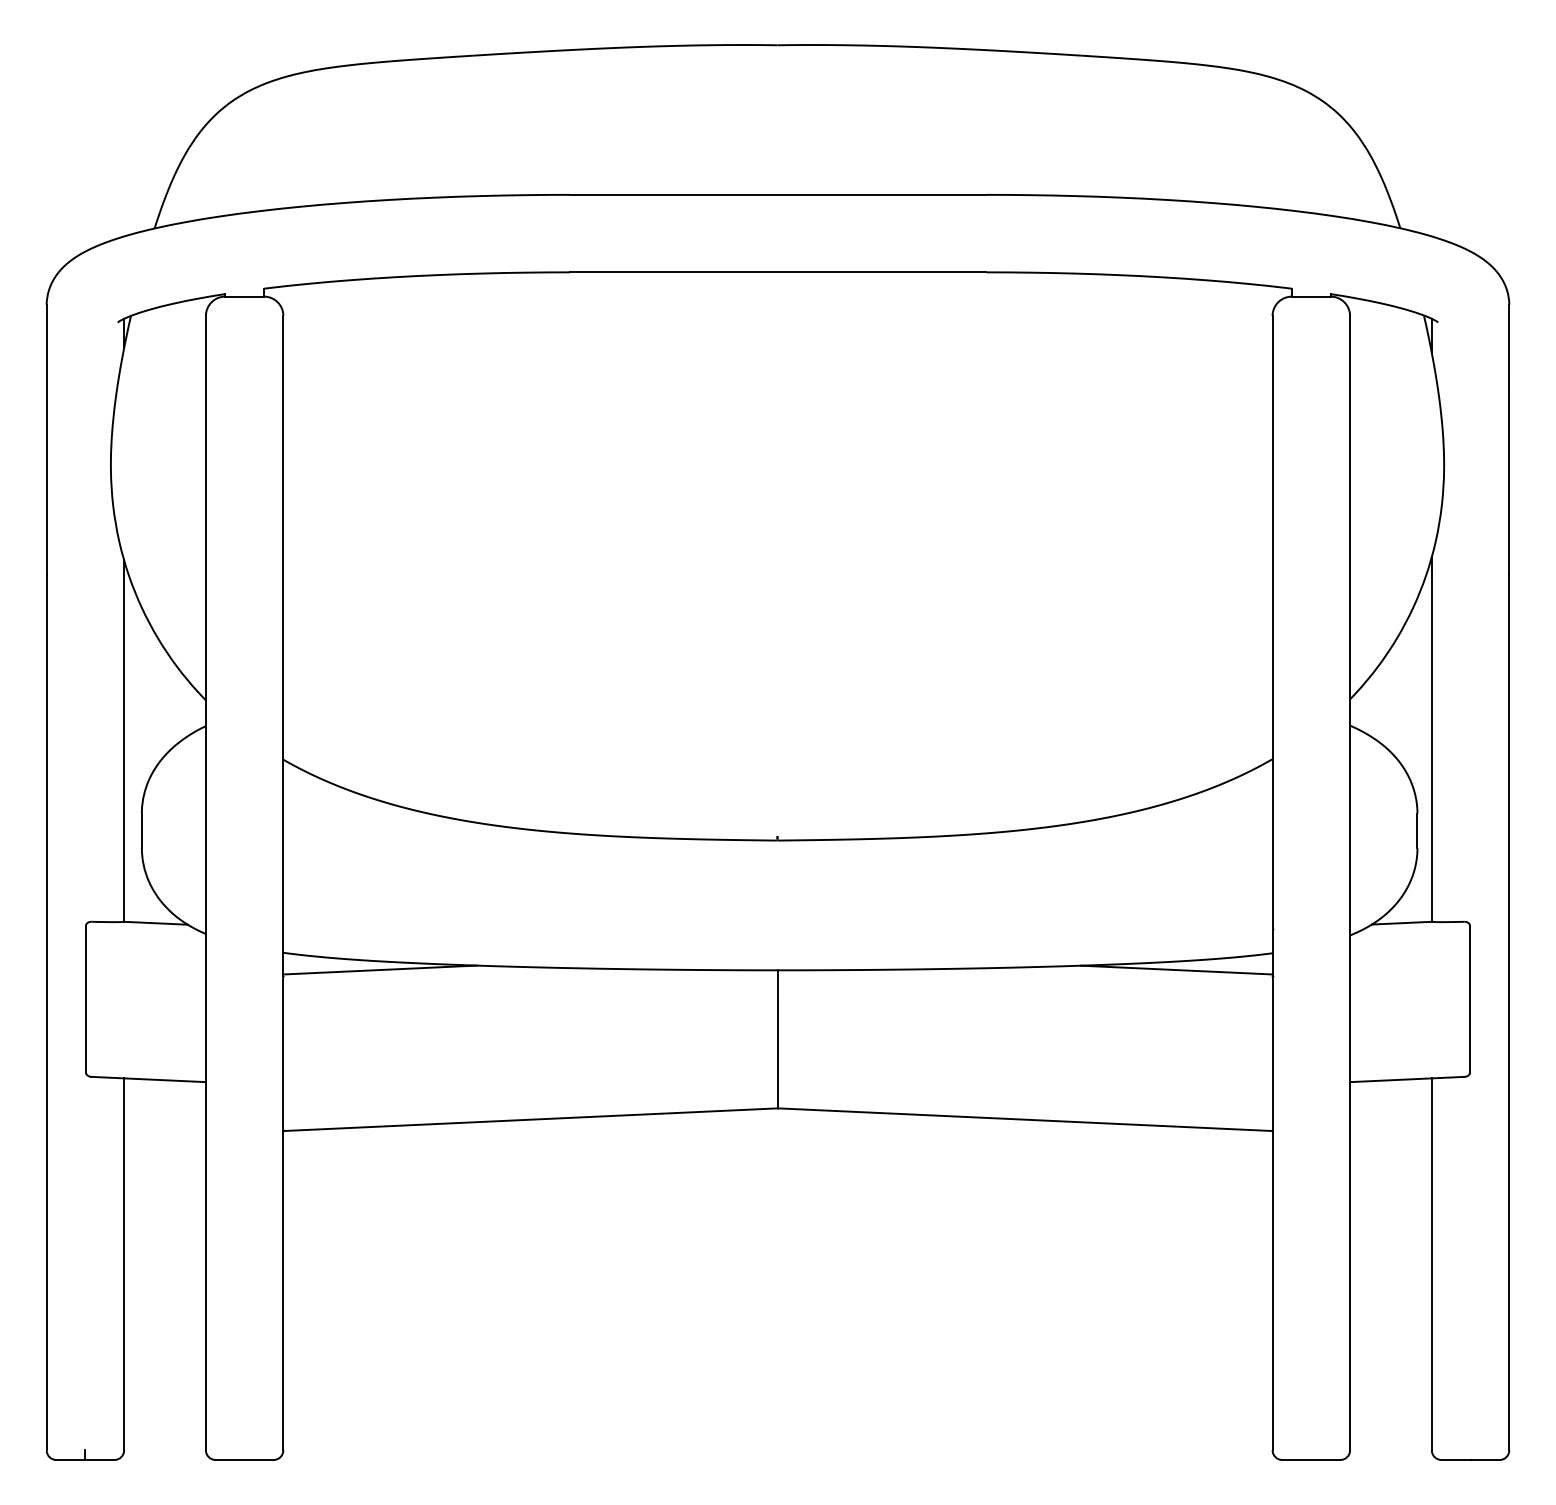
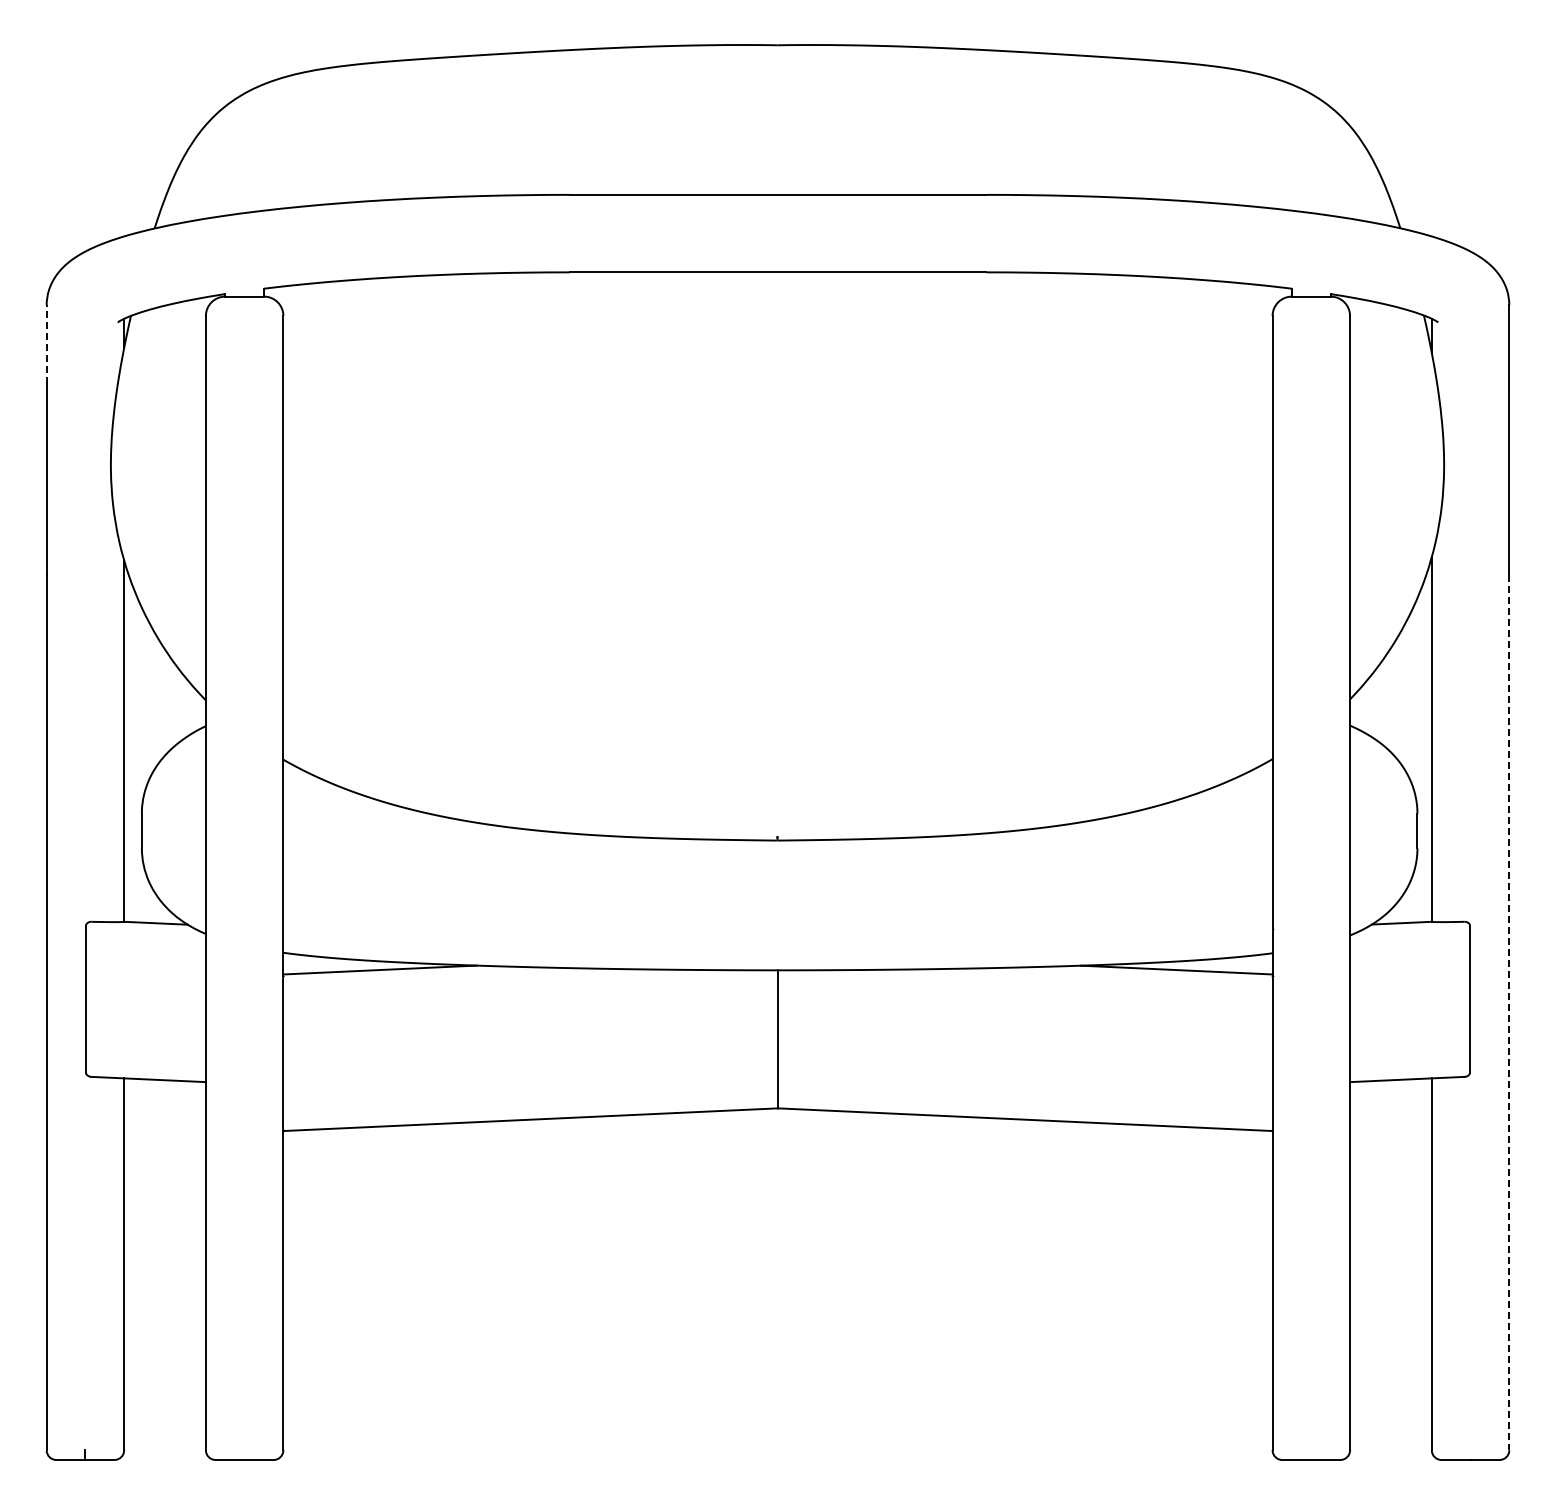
line at (46, 343): solid -> dashed
line at (1509, 1013): solid -> dashed
